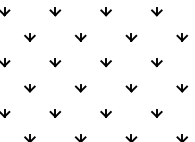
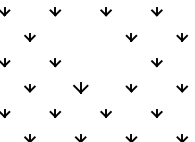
part at (80, 37): present -> none
part at (105, 62): present -> none
part at (80, 88) size: 13x9 px -> 16x12 px
